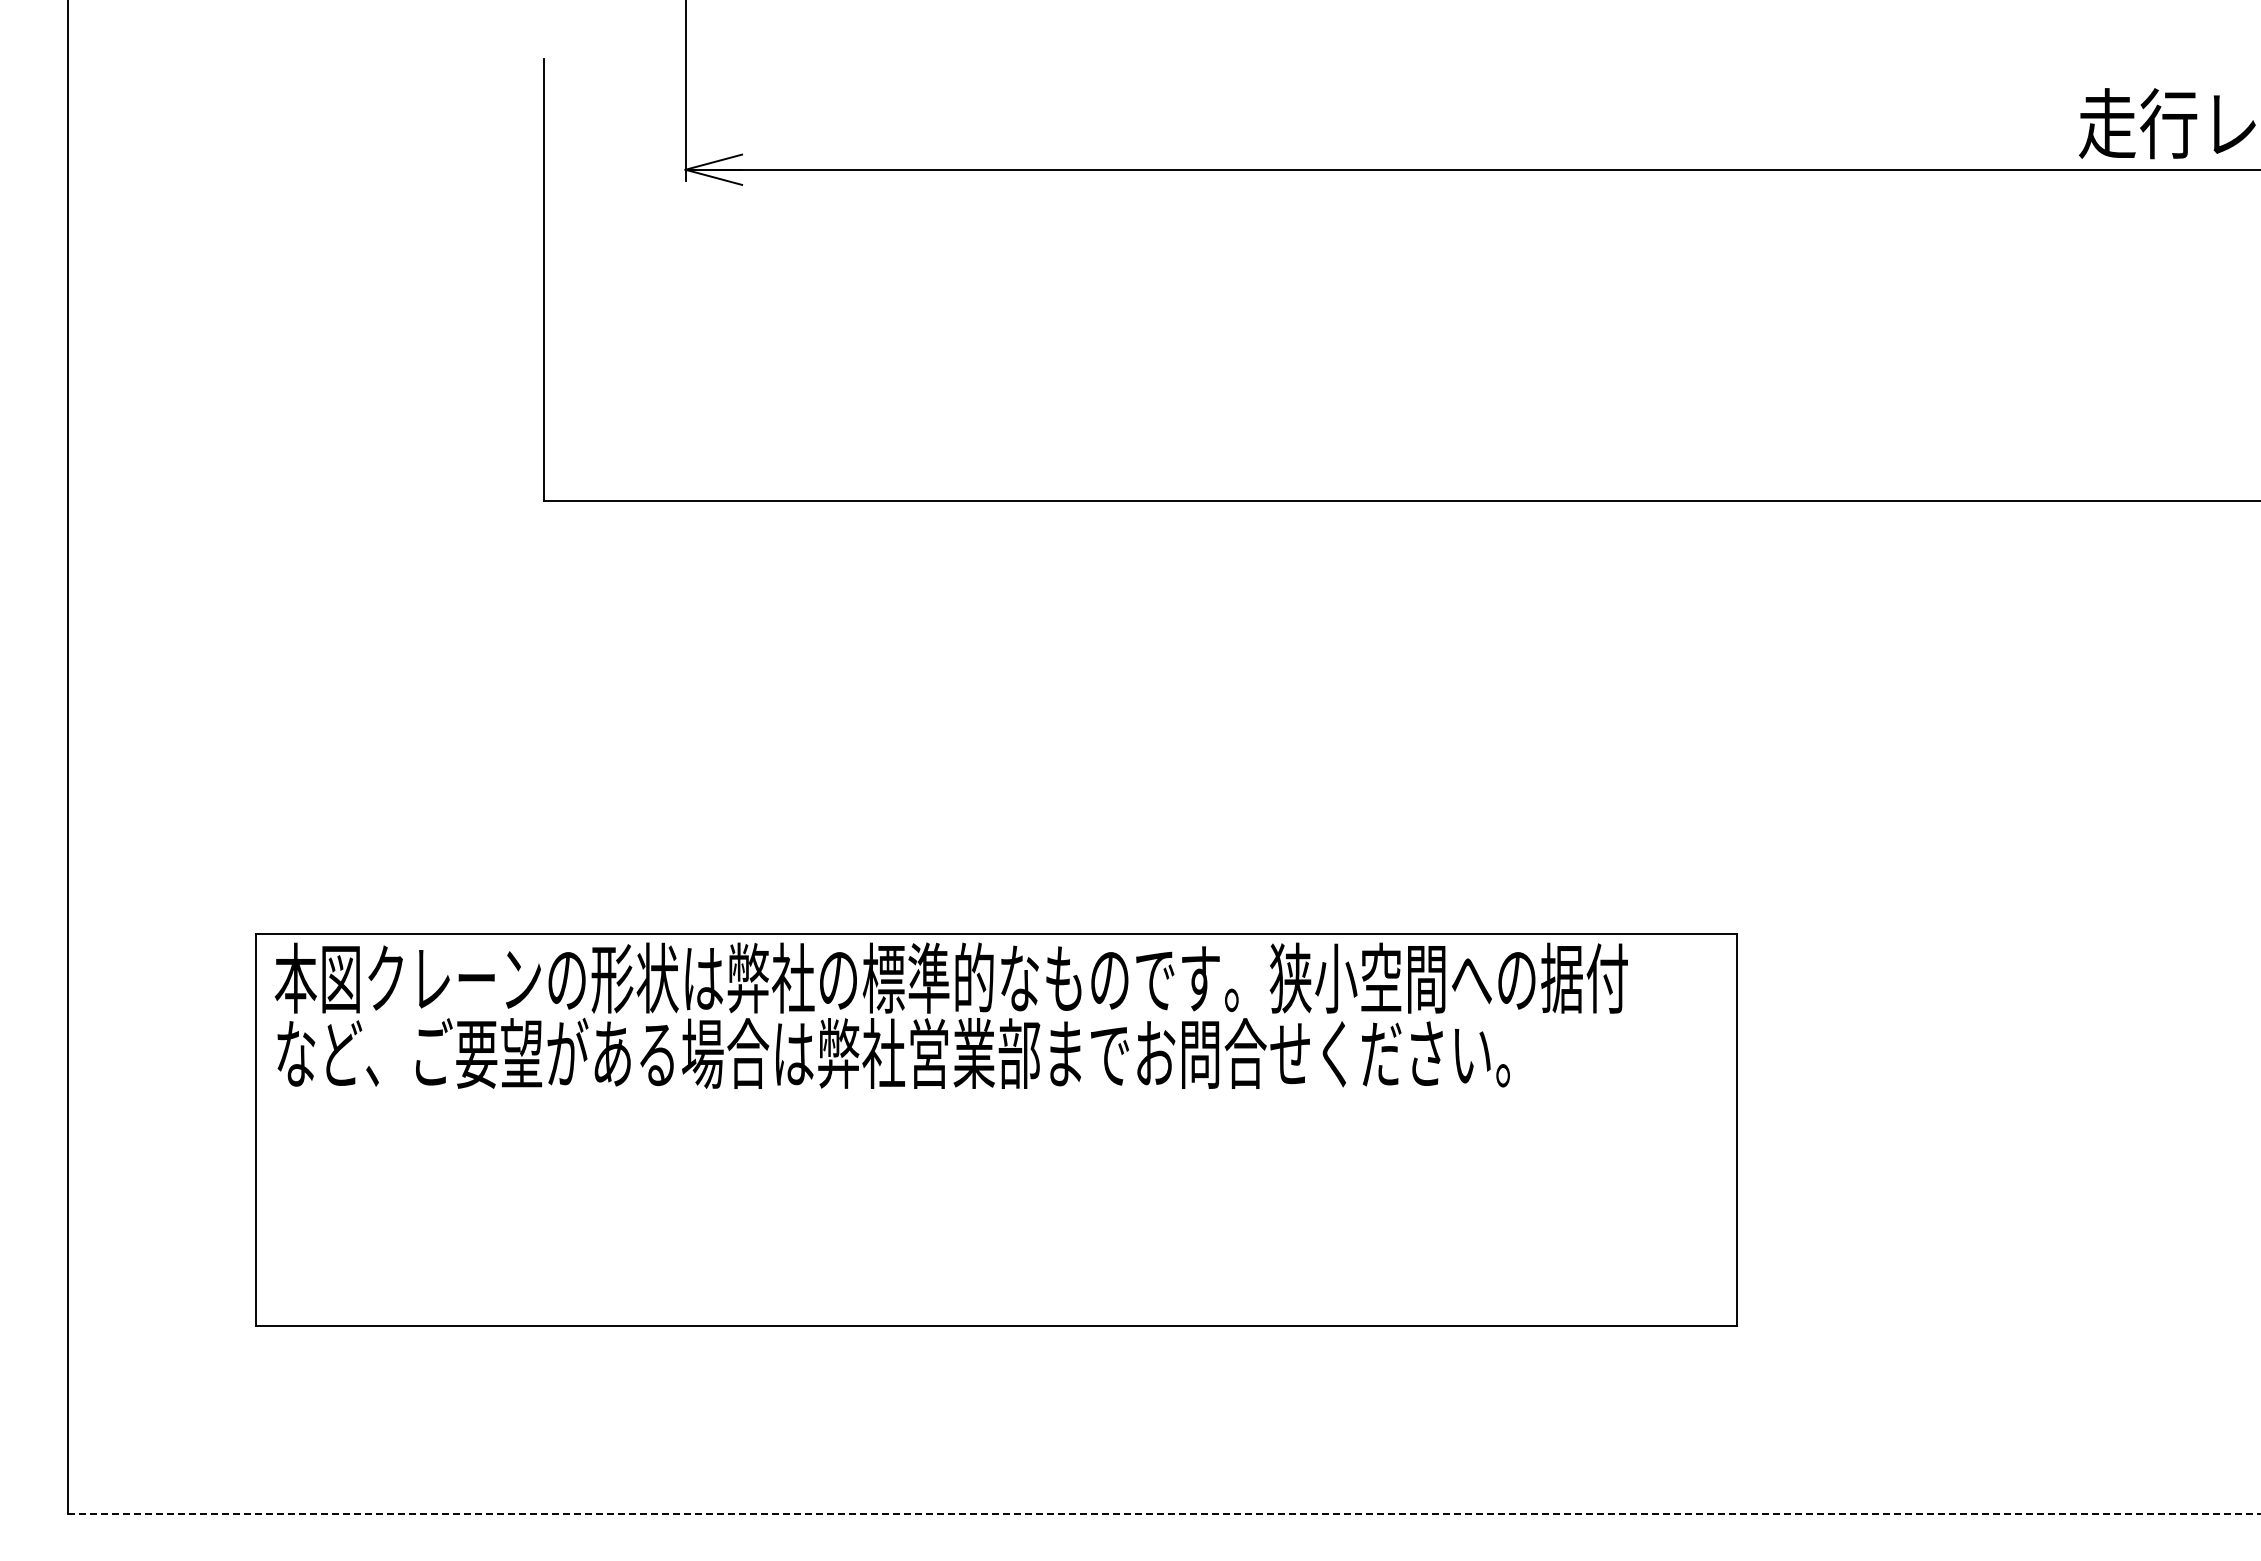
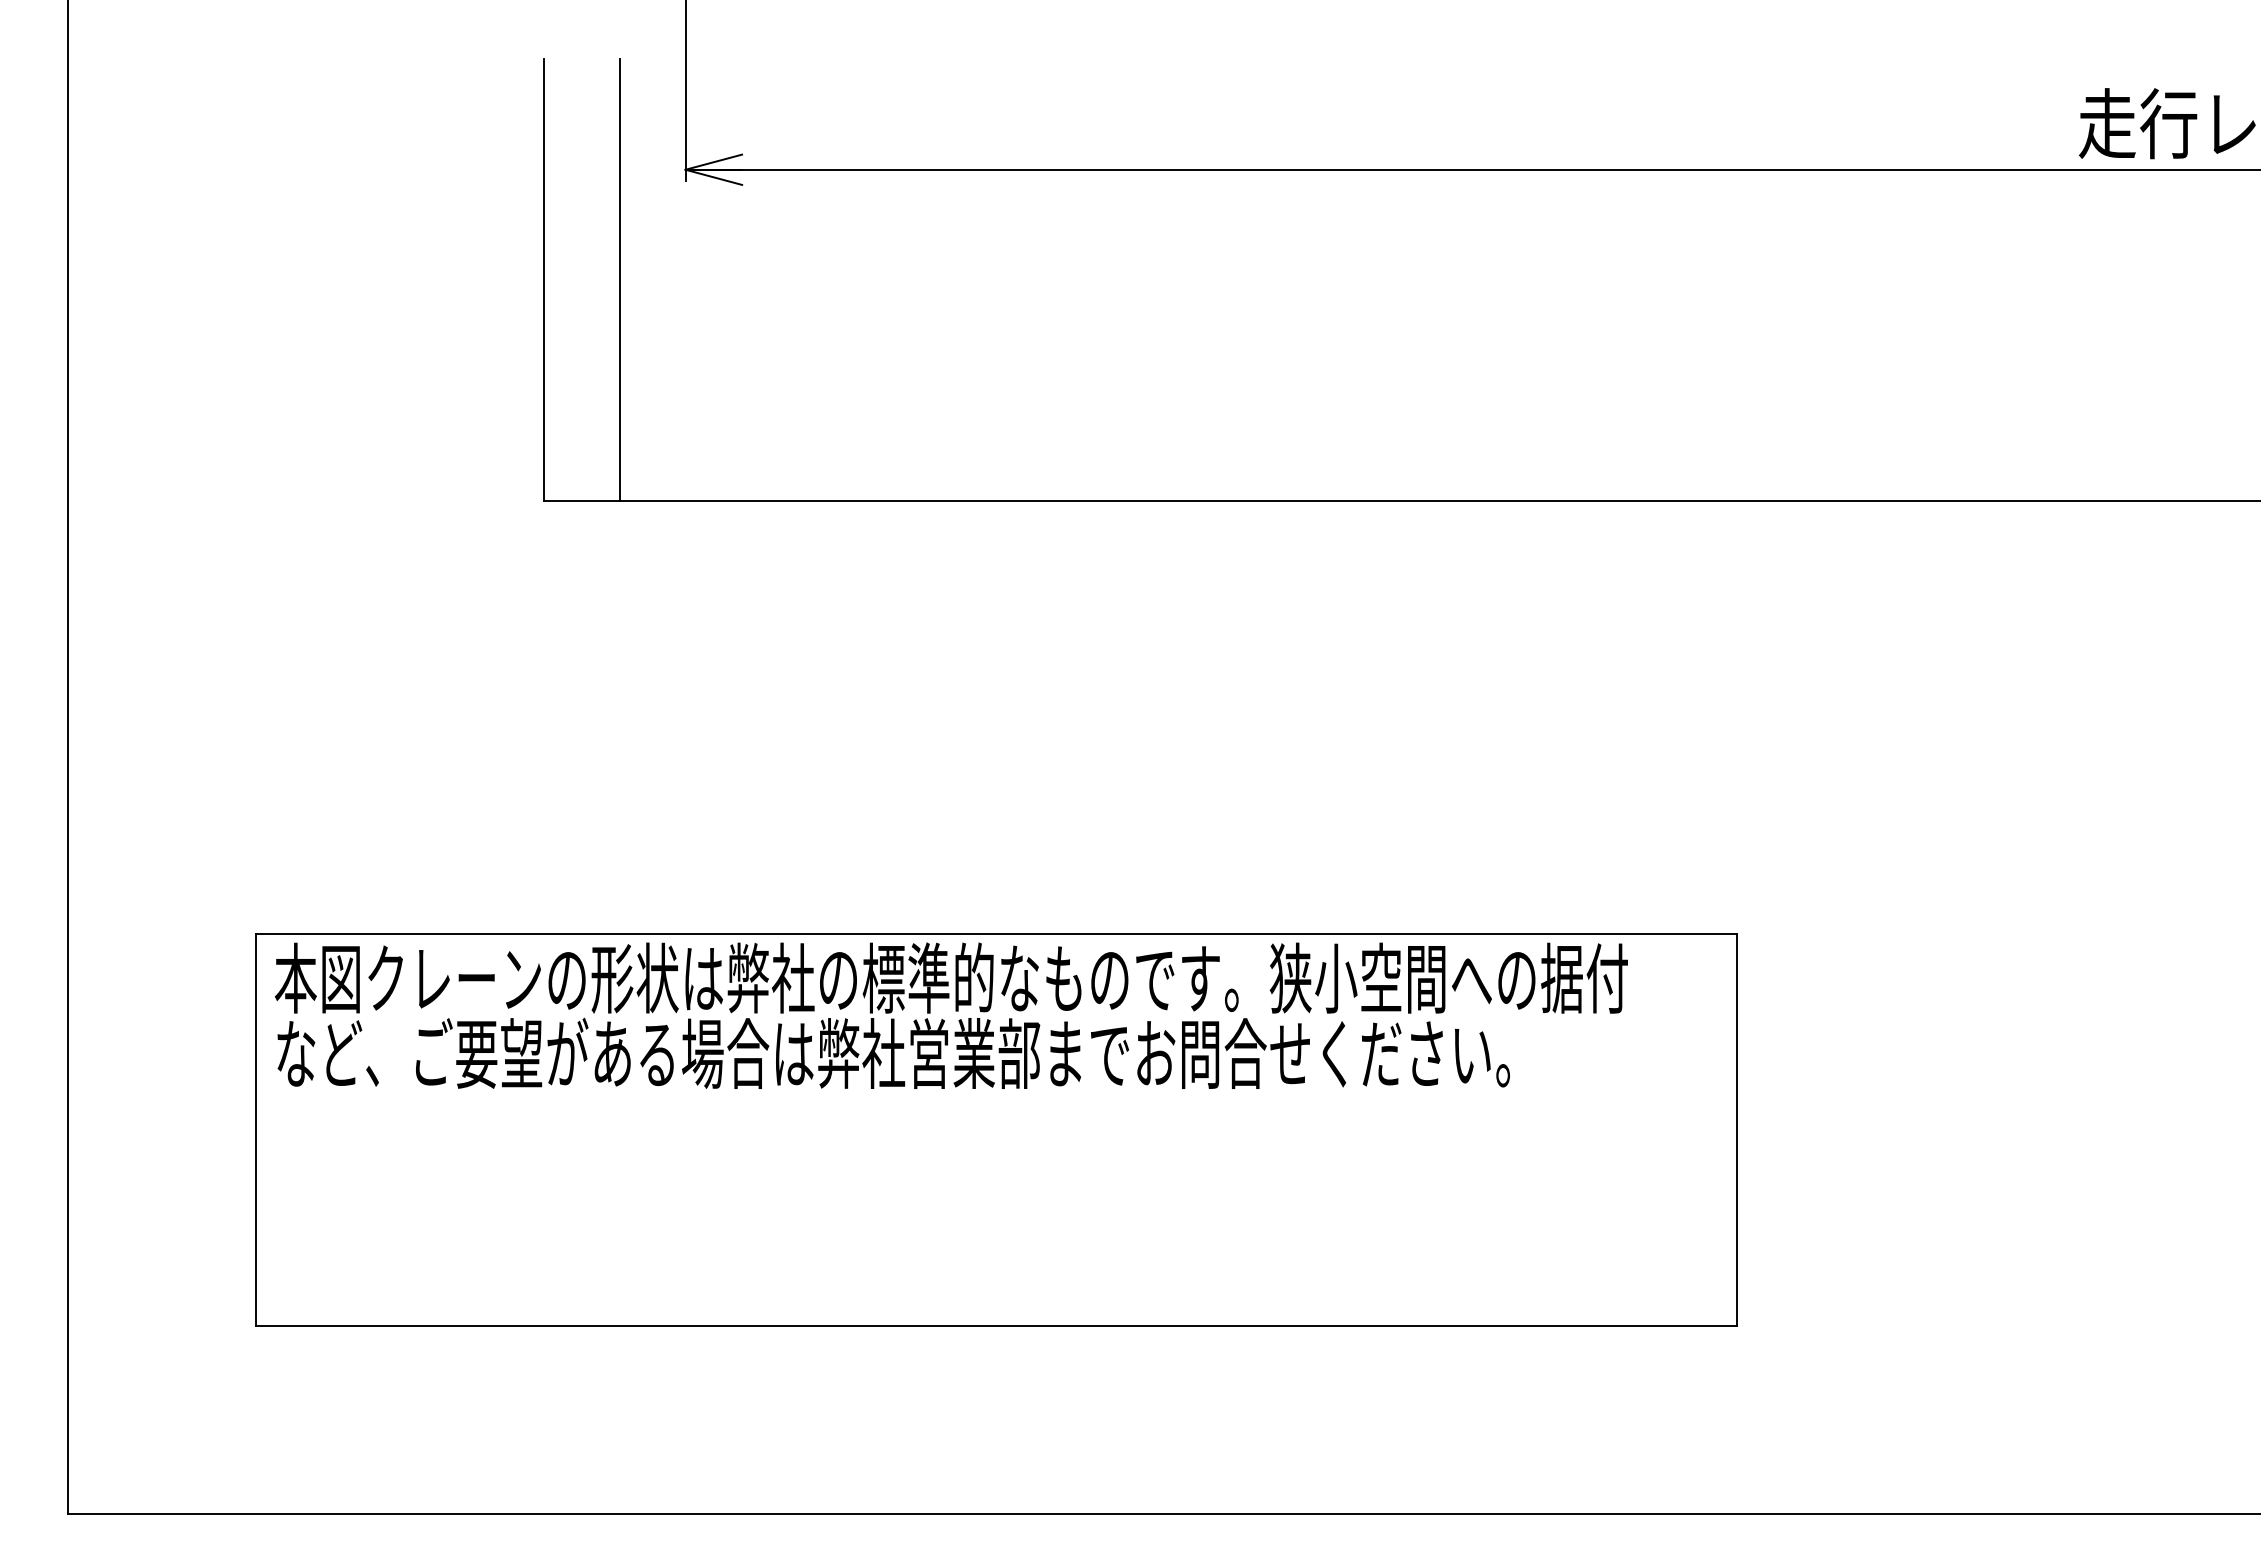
line at (619, 279): none -> present
line at (1163, 1514): dashed -> solid
